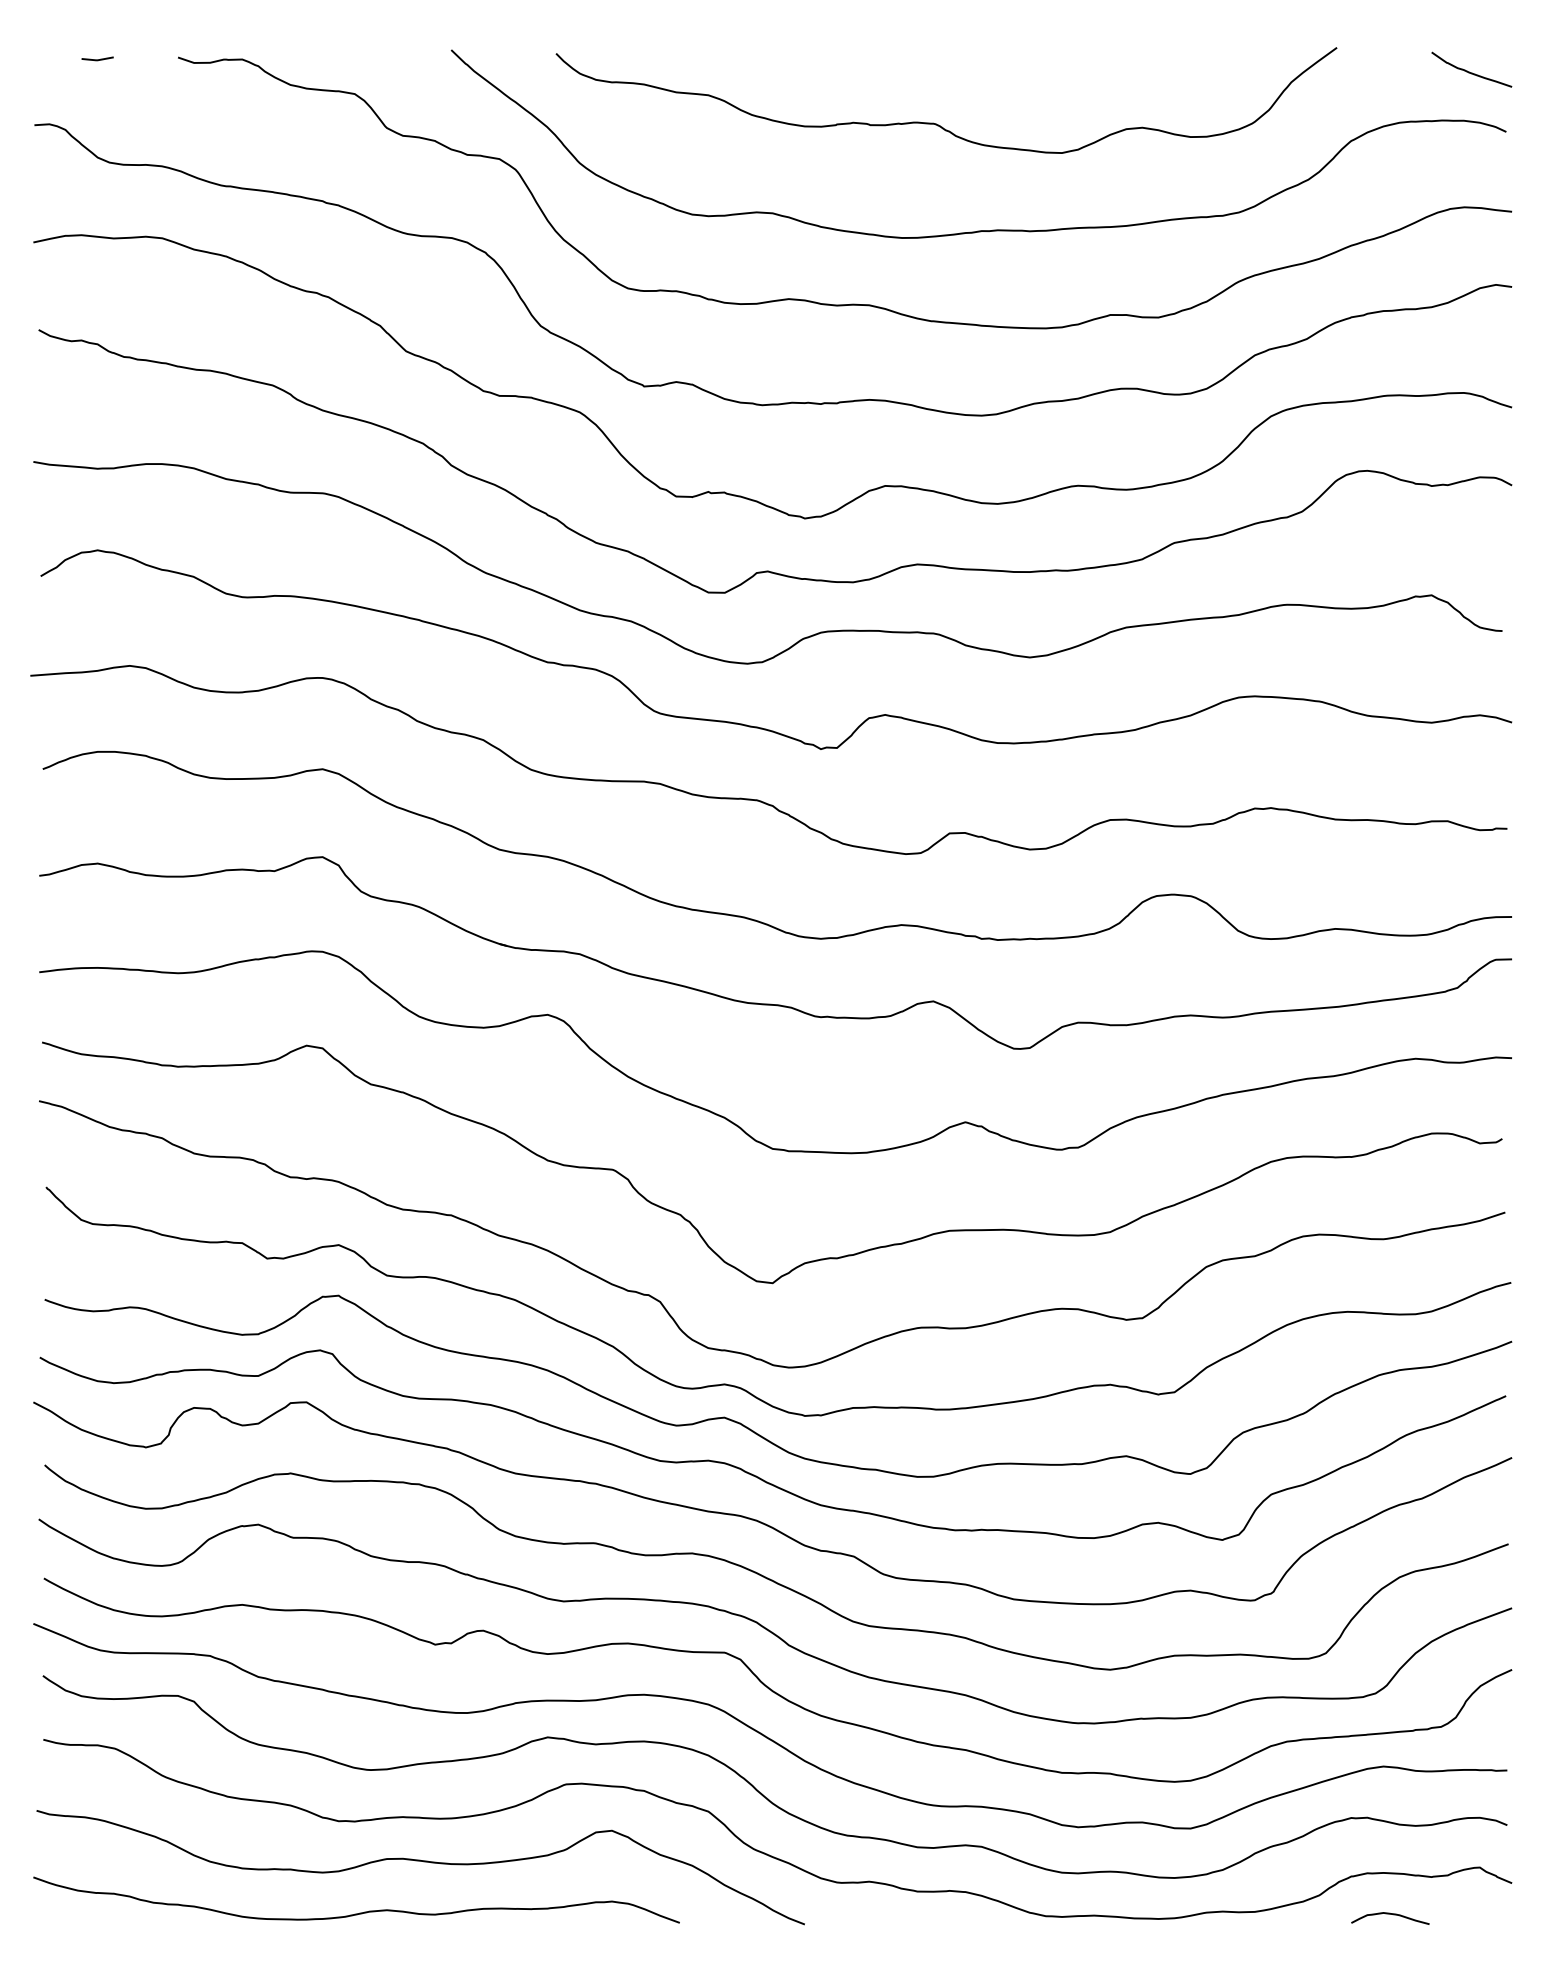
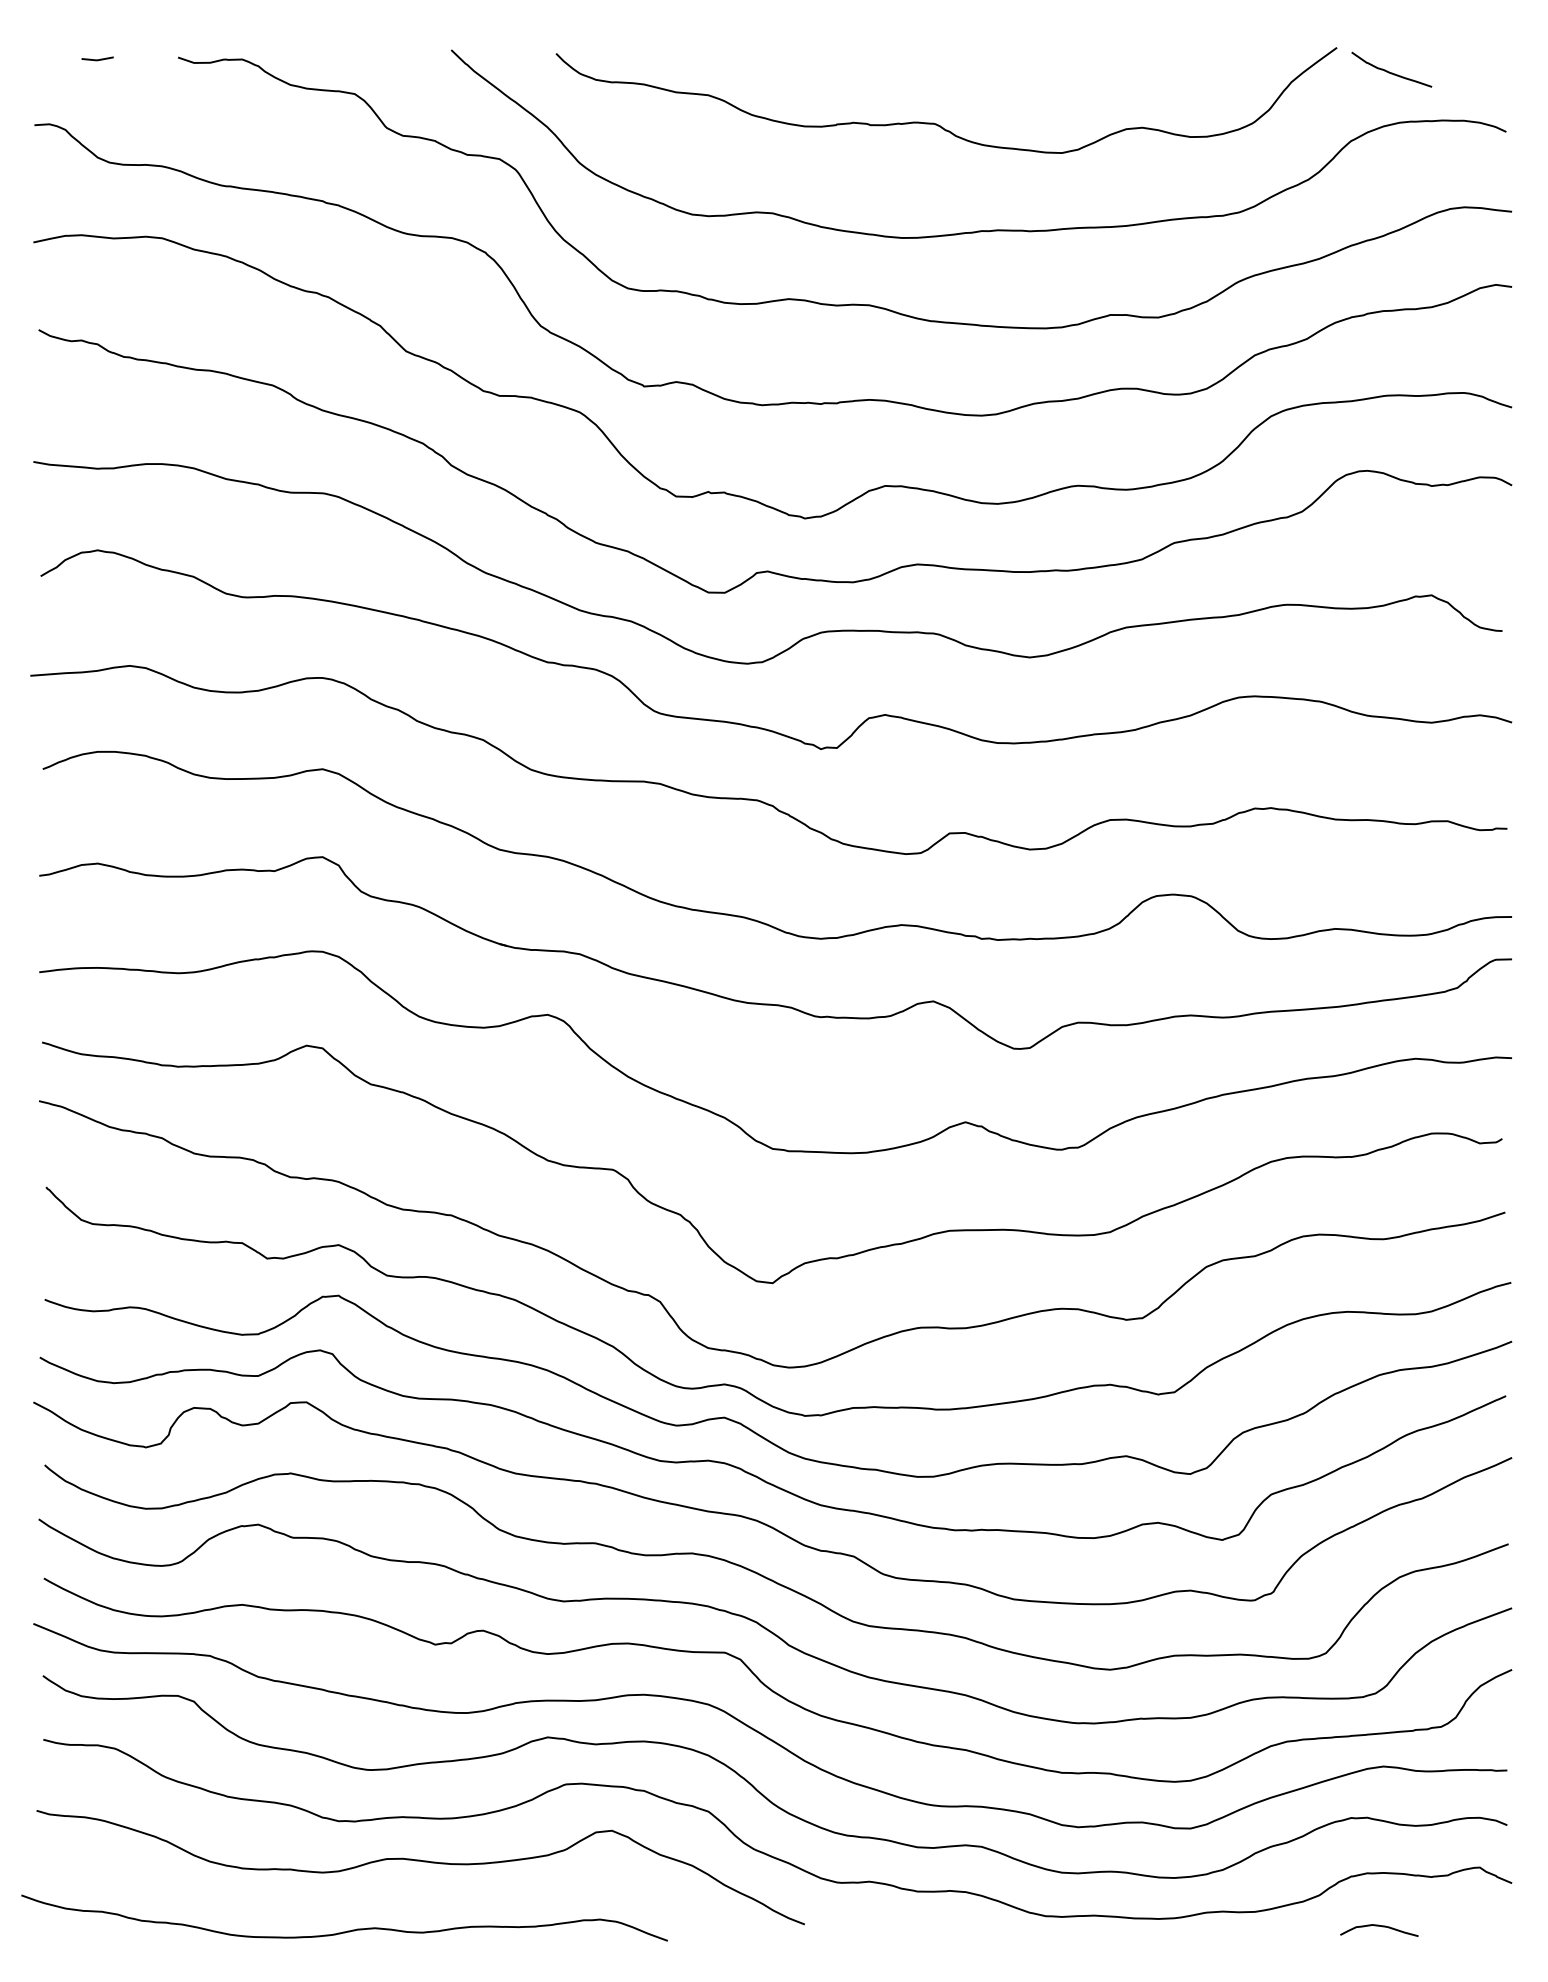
curve at (1469, 71) position: (1469, 71) -> (1389, 71)
curve at (359, 1912) position: (359, 1912) -> (347, 1930)
curve at (1390, 1914) position: (1390, 1914) -> (1379, 1926)
